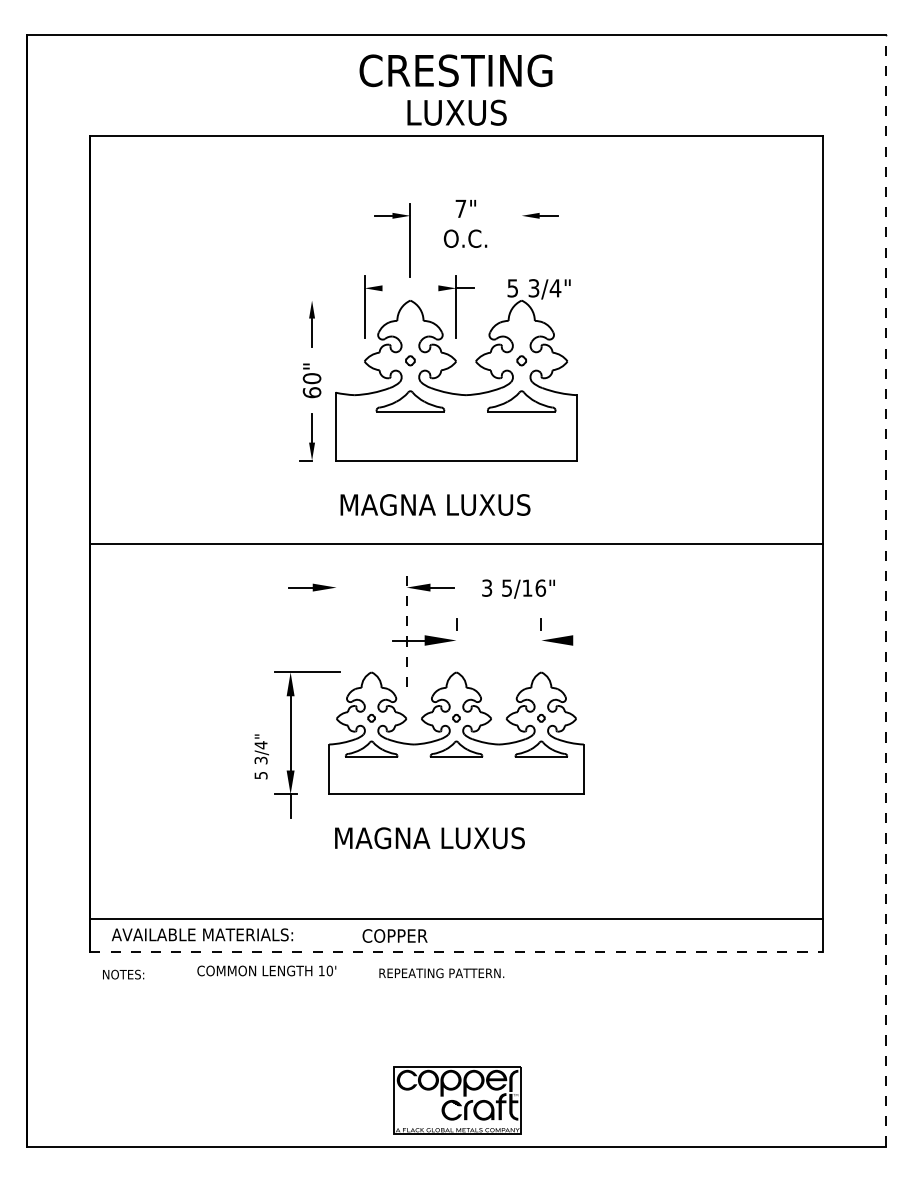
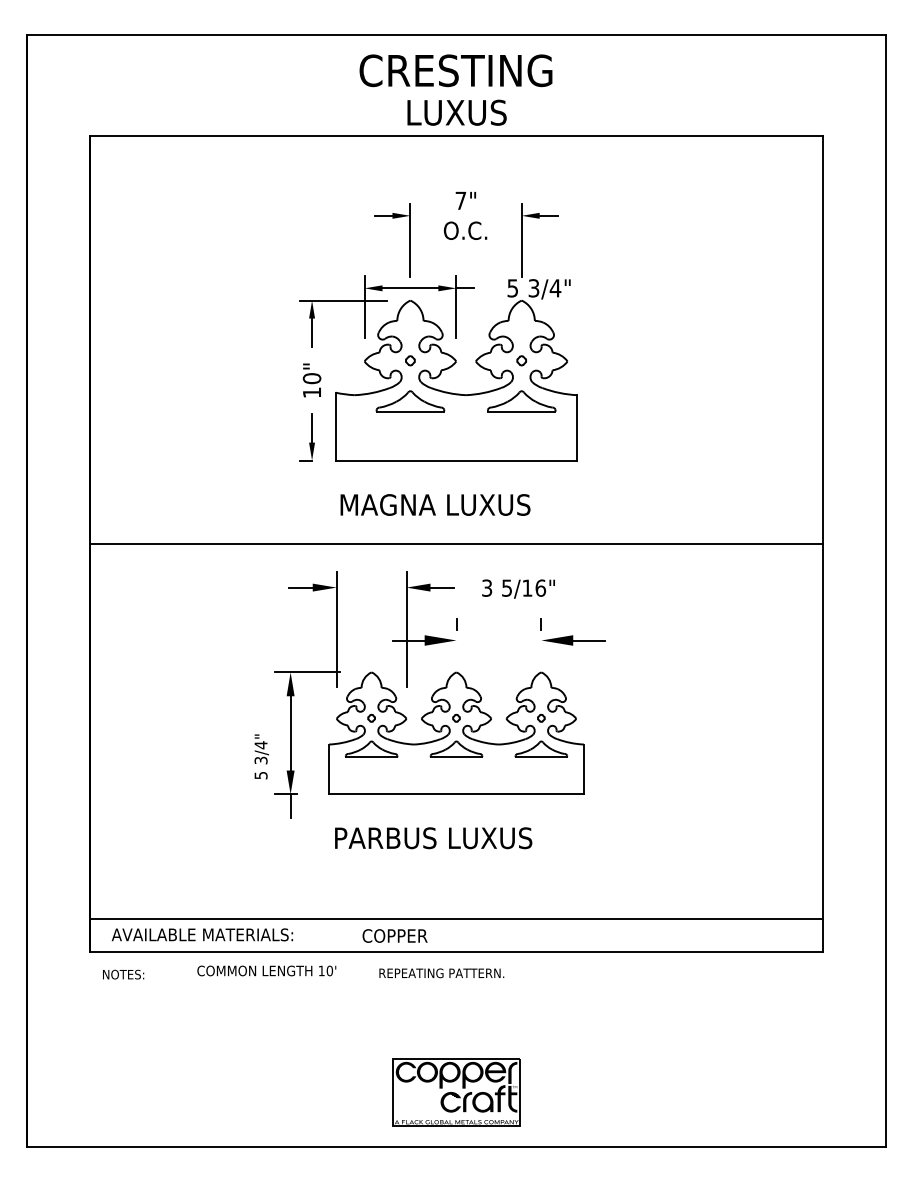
text at (465, 223) position: (465, 223) -> (465, 215)
line at (521, 239): none -> present
line at (410, 288): none -> present
line at (343, 300): none -> present
text at (311, 392): 60" -> 10"
line at (885, 591): dashed -> solid
line at (336, 628): none -> present
line at (406, 629): dashed -> solid
line at (589, 640): none -> present
text at (434, 838): MAGNA LUXUS -> PARBUS LUXUS
line at (456, 951): dashed -> solid
part at (457, 1100) position: (457, 1100) -> (456, 1092)
